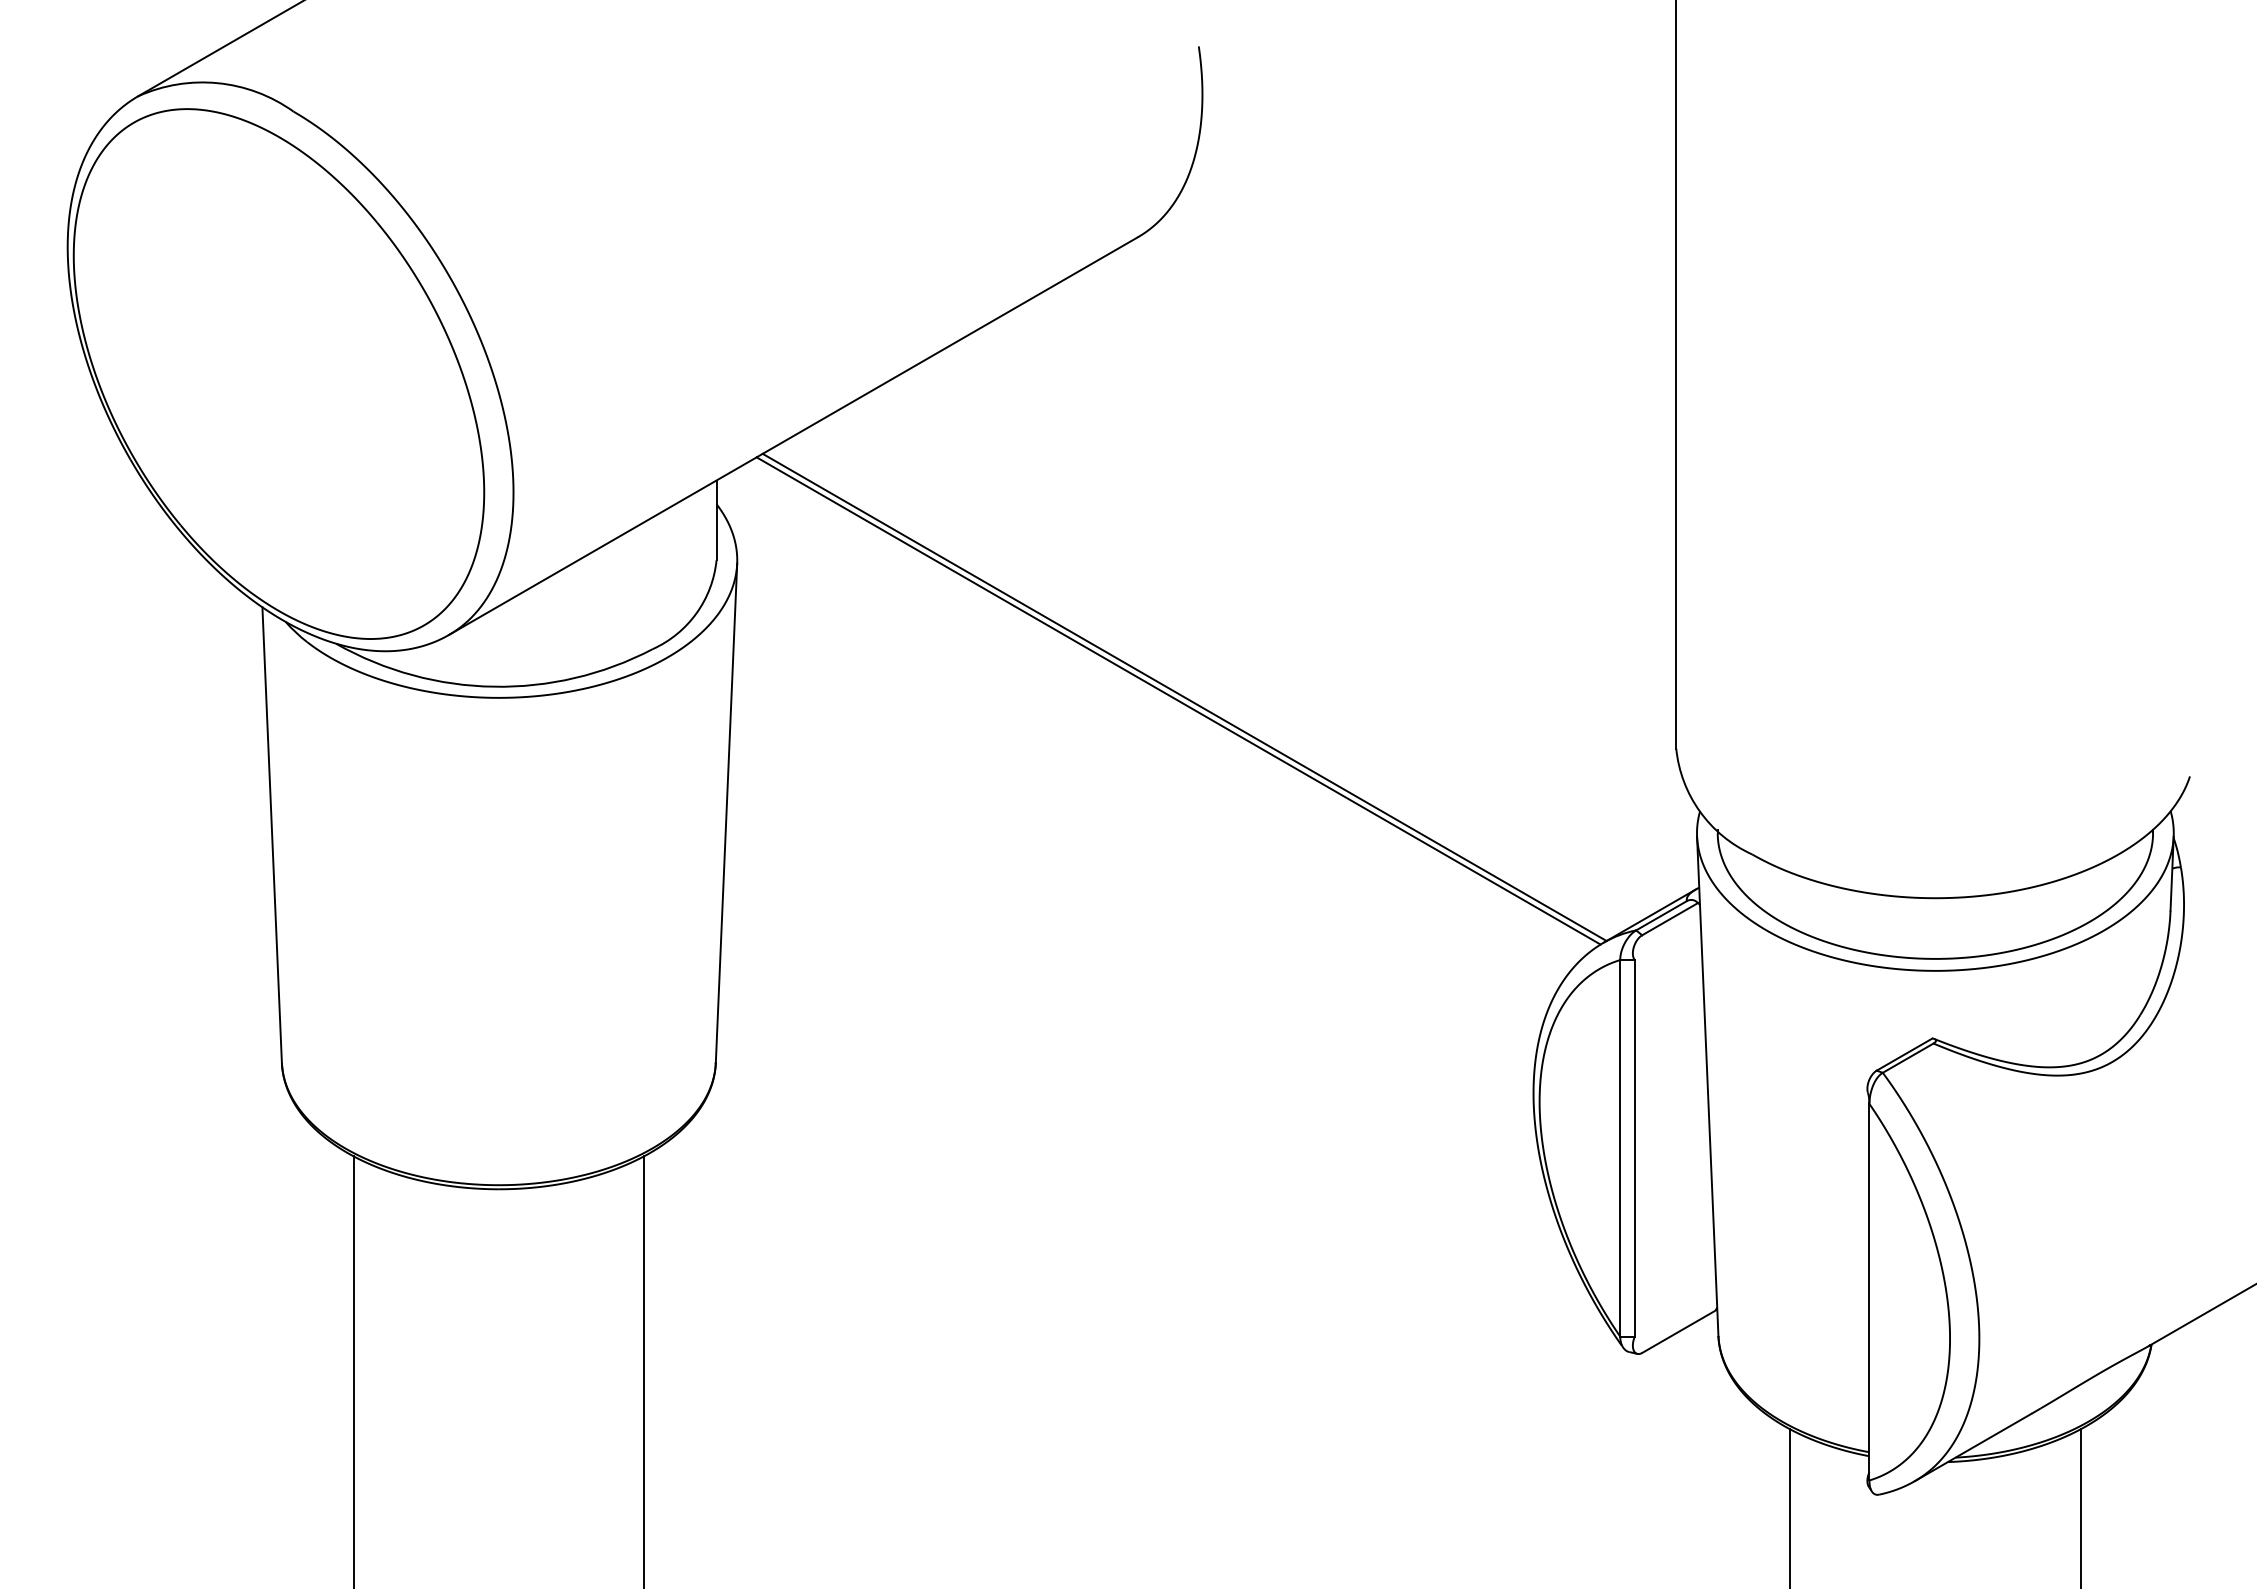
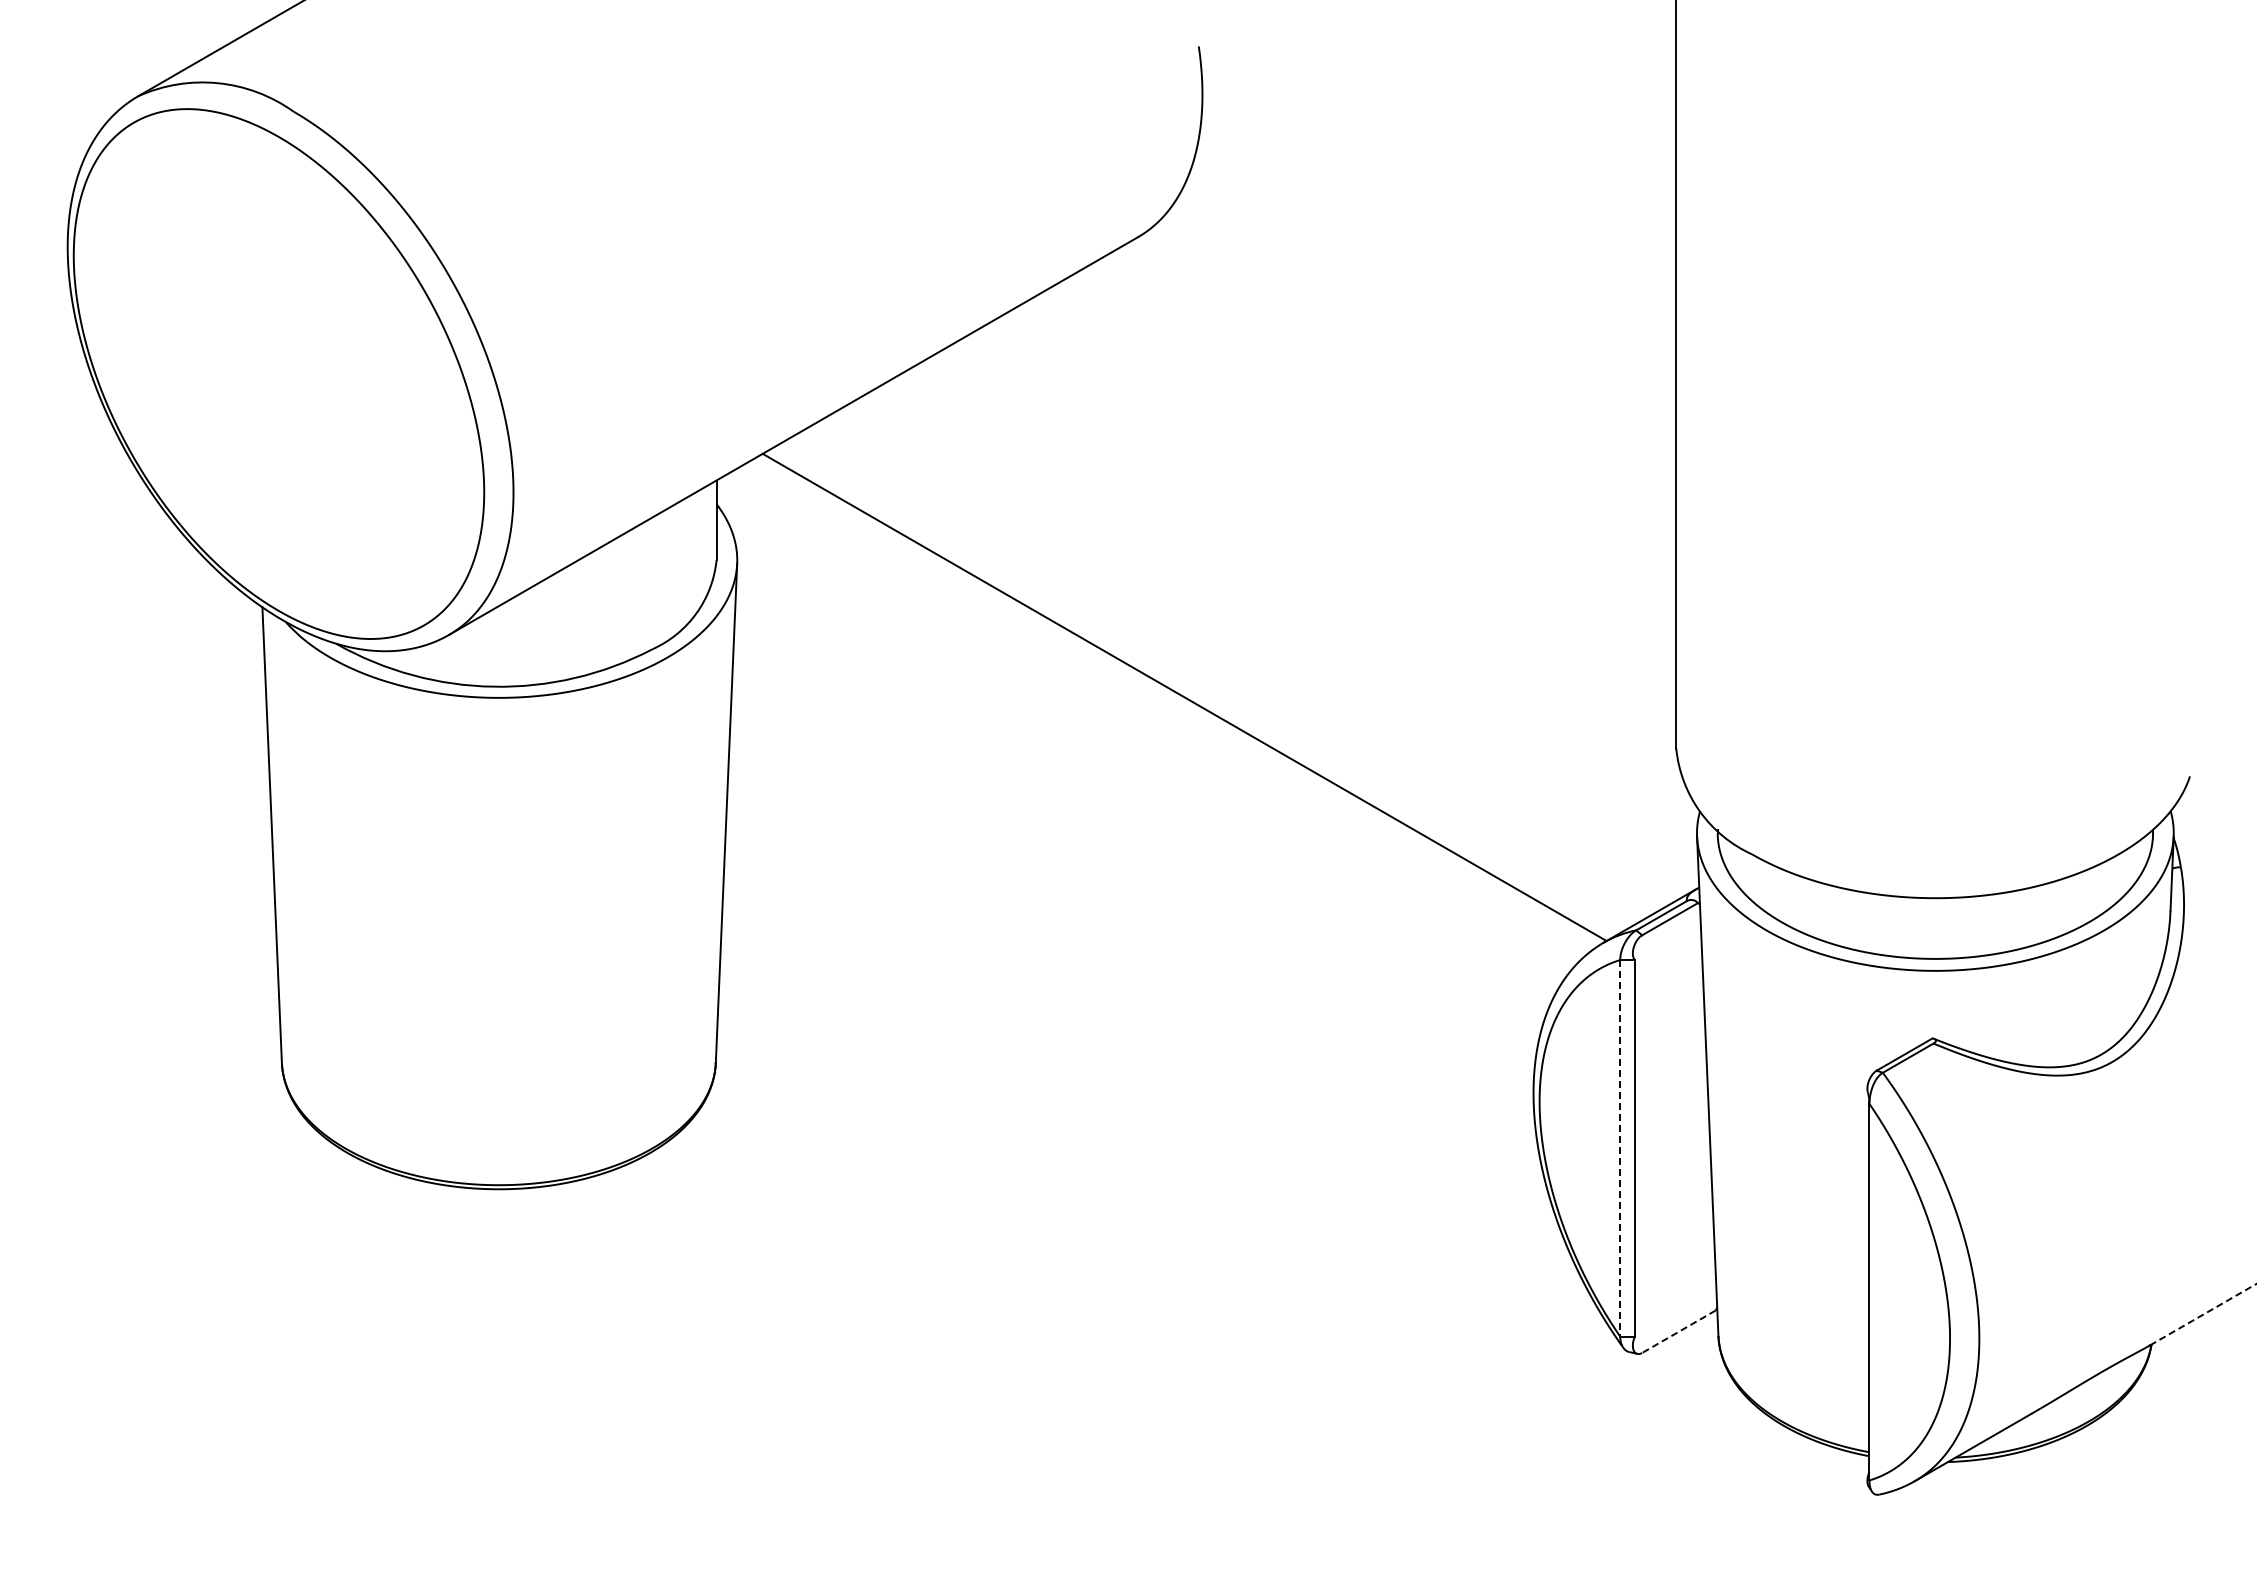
line at (1178, 700): present -> none
line at (1620, 1148): solid -> dashed
line at (2203, 1314): solid -> dashed
line at (1678, 1332): solid -> dashed
line at (353, 1370): present -> none
line at (643, 1370): present -> none
line at (1790, 1507): present -> none
line at (2080, 1507): present -> none
